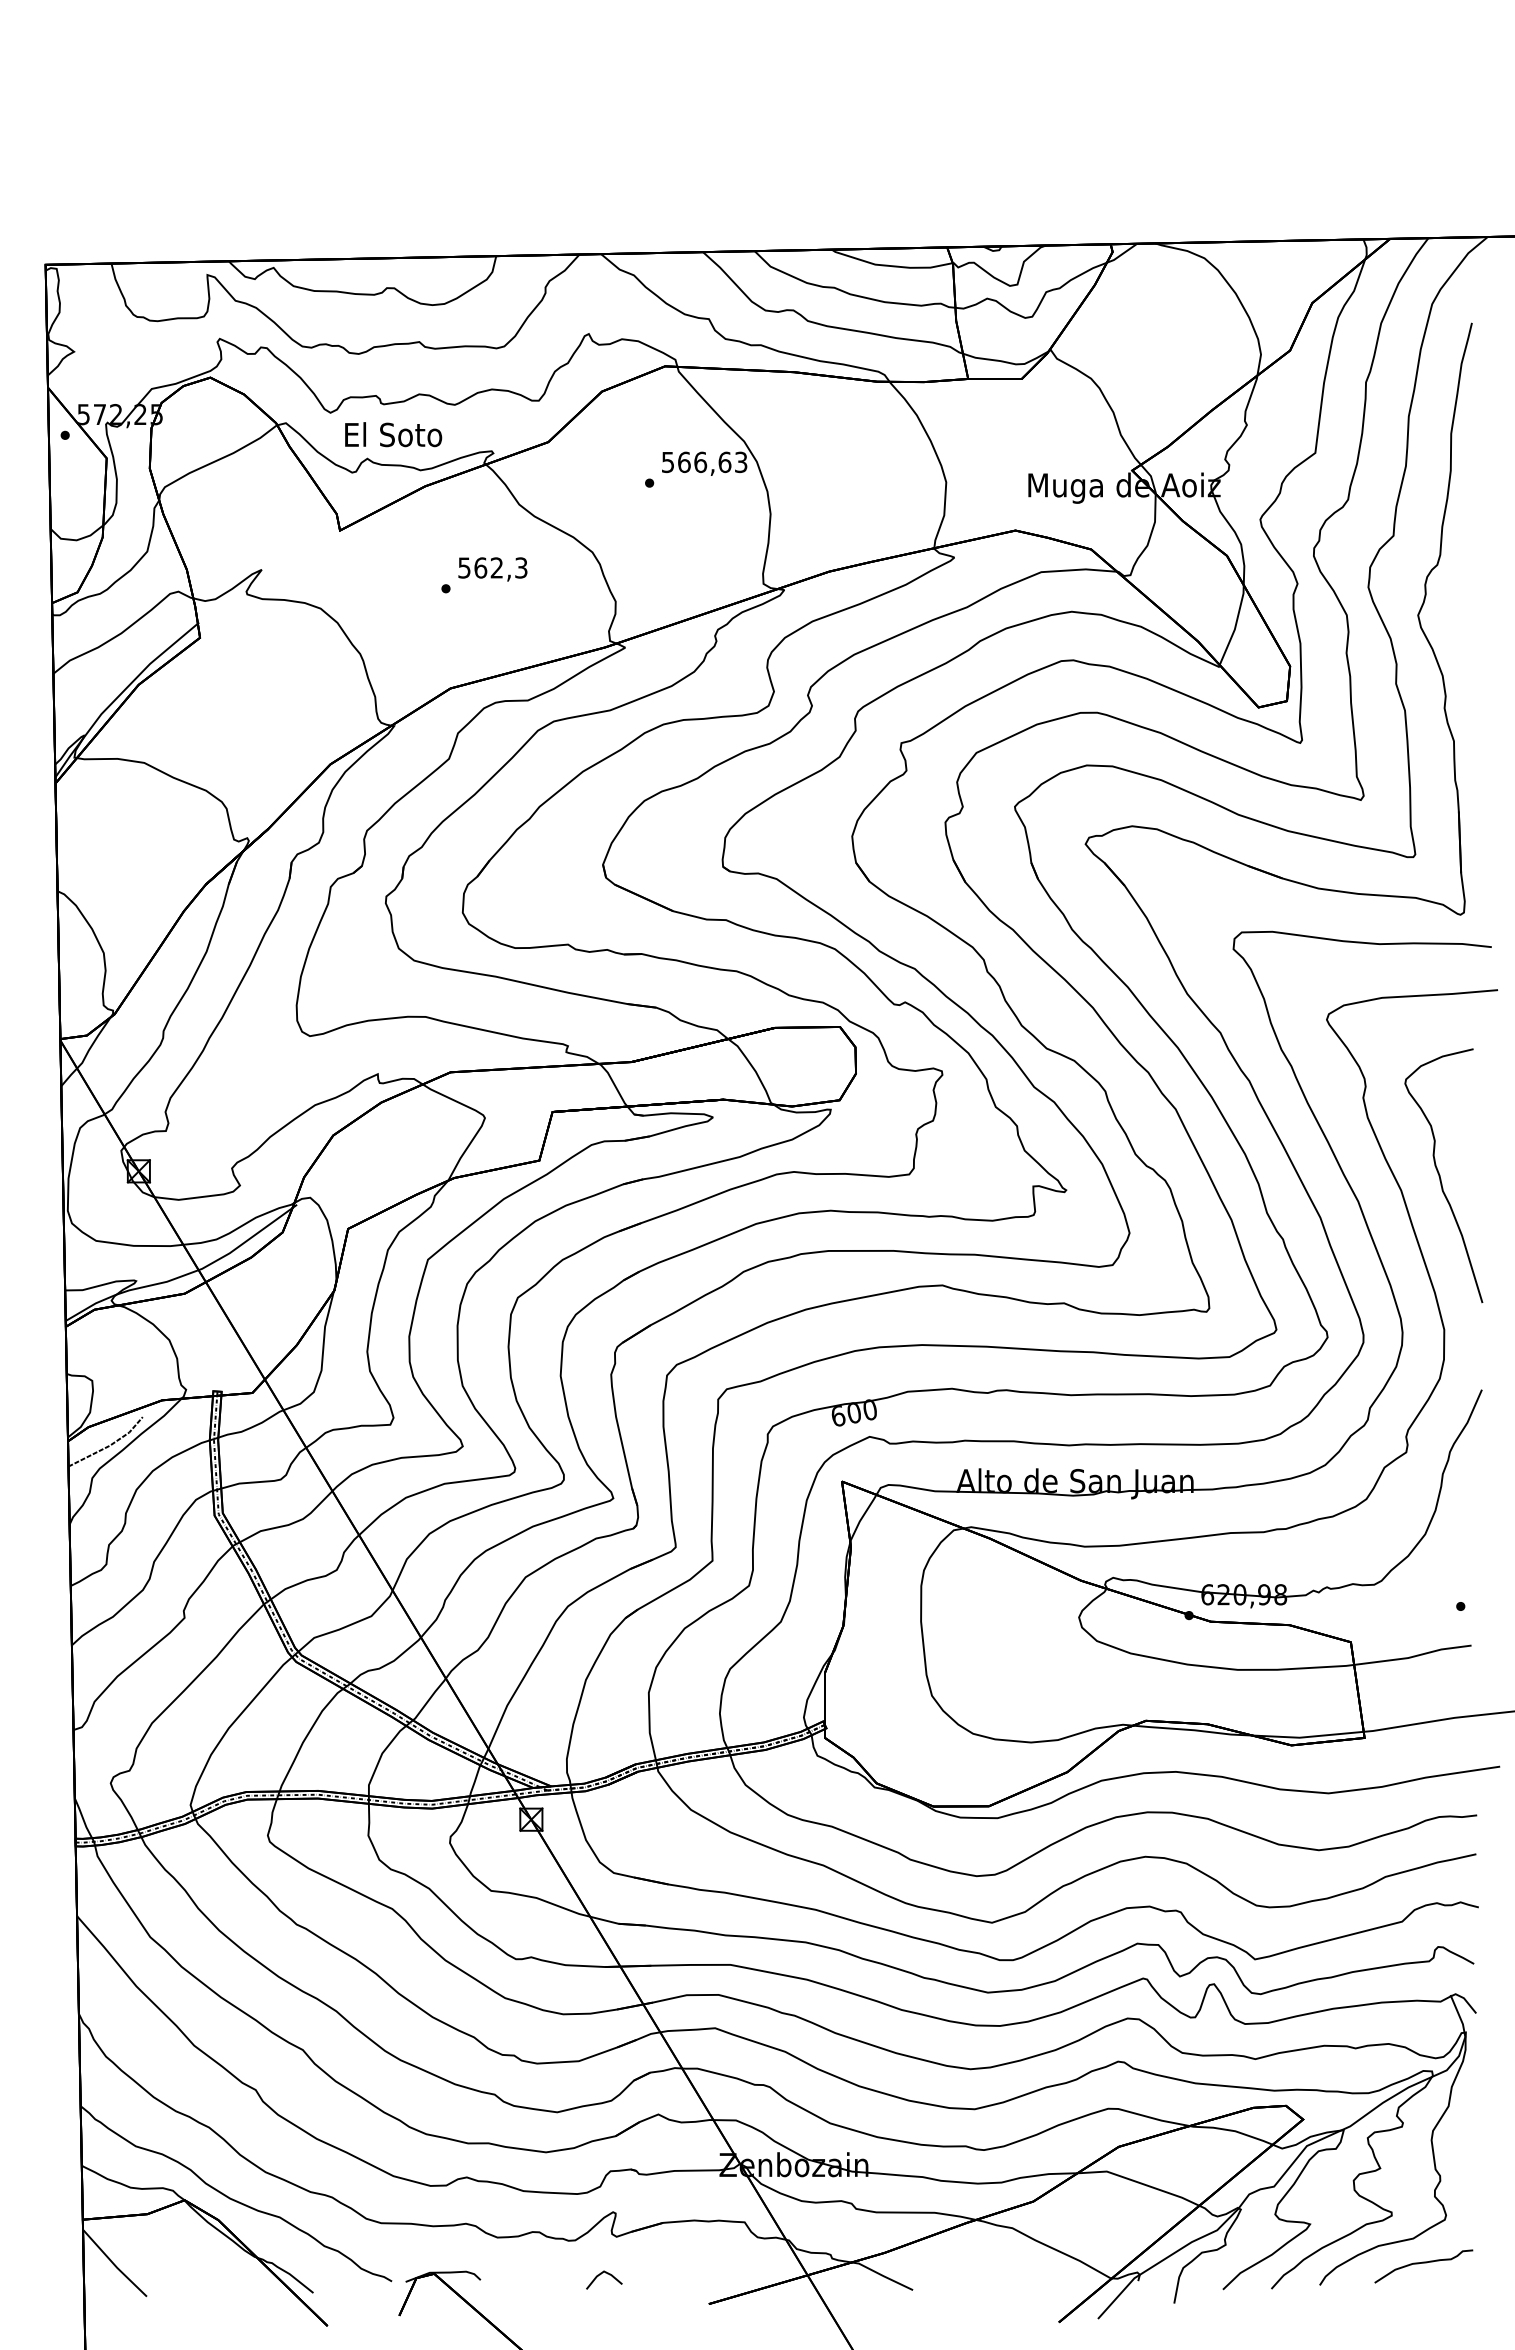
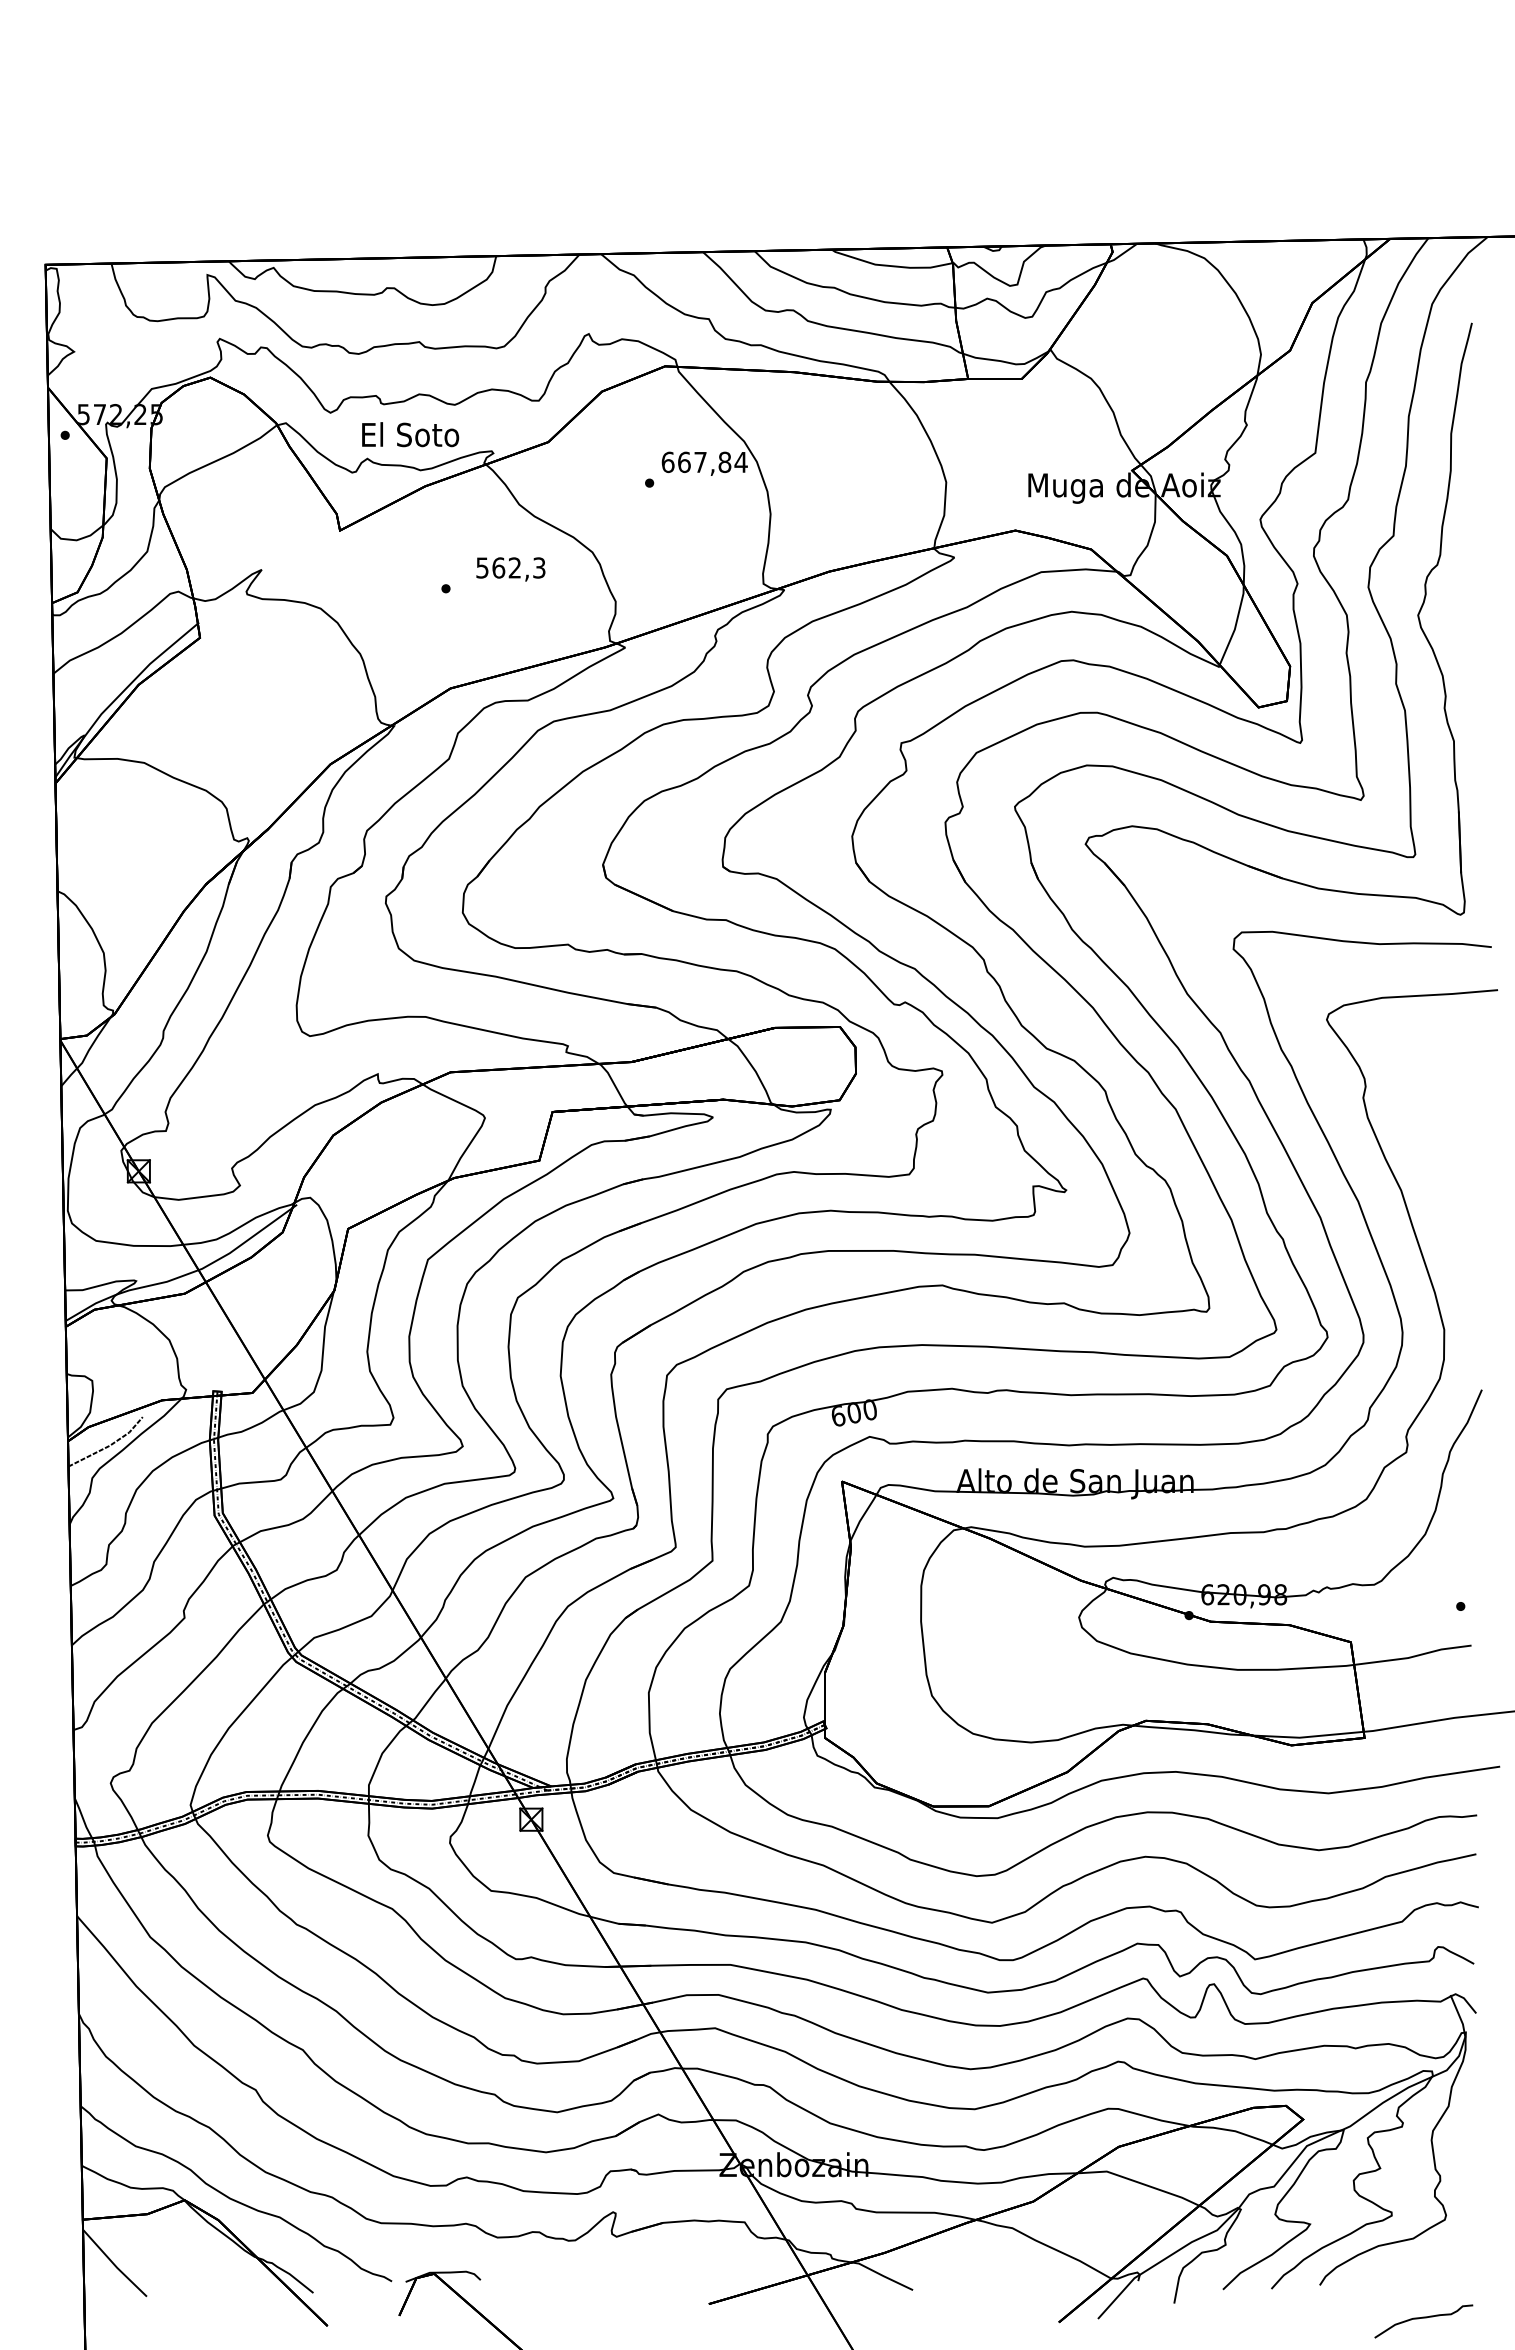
text at (393, 434) position: (393, 434) -> (410, 434)
text at (704, 462): 566,63 -> 667,84
text at (492, 569) position: (492, 569) -> (510, 569)
curve at (1440, 1175): present -> none
curve at (1423, 2263) position: (1423, 2263) -> (1423, 2318)
line at (600, 2275): present -> none
